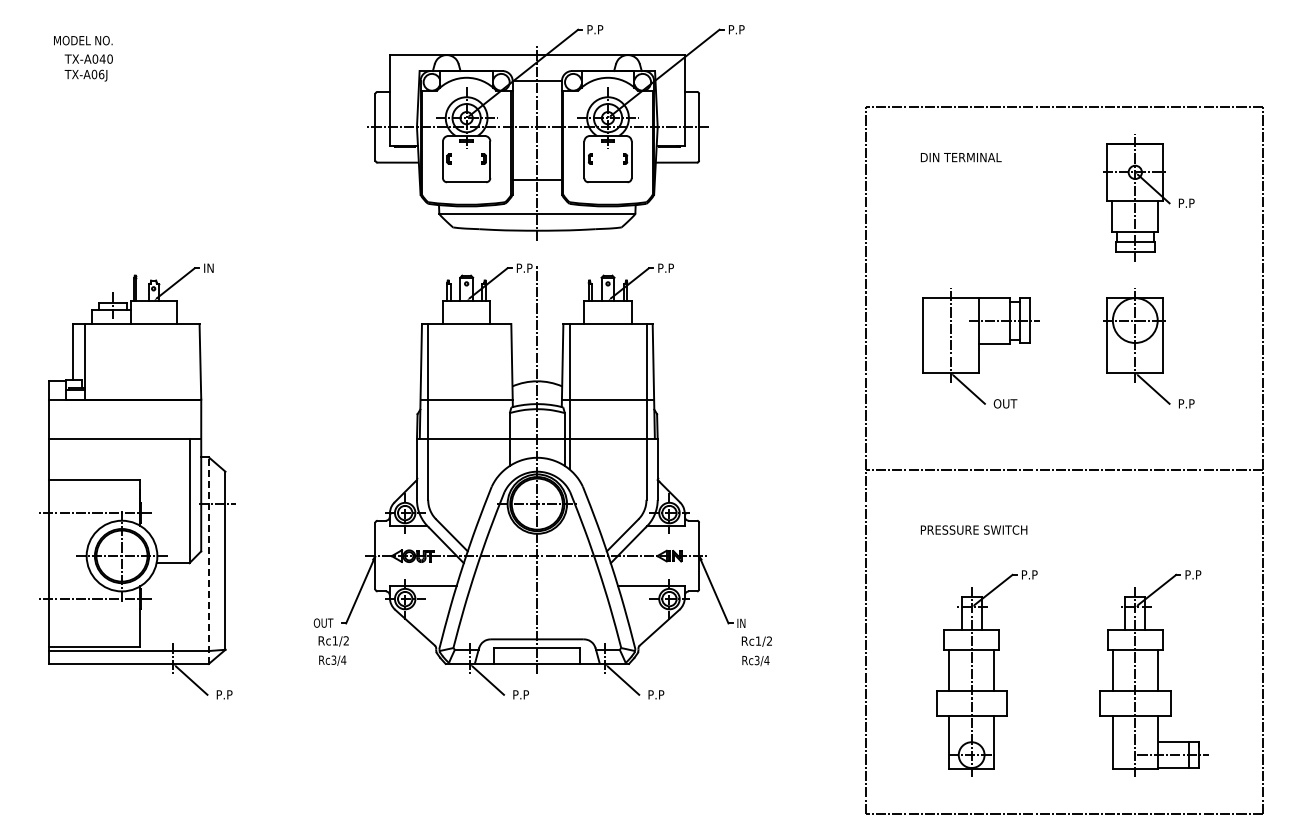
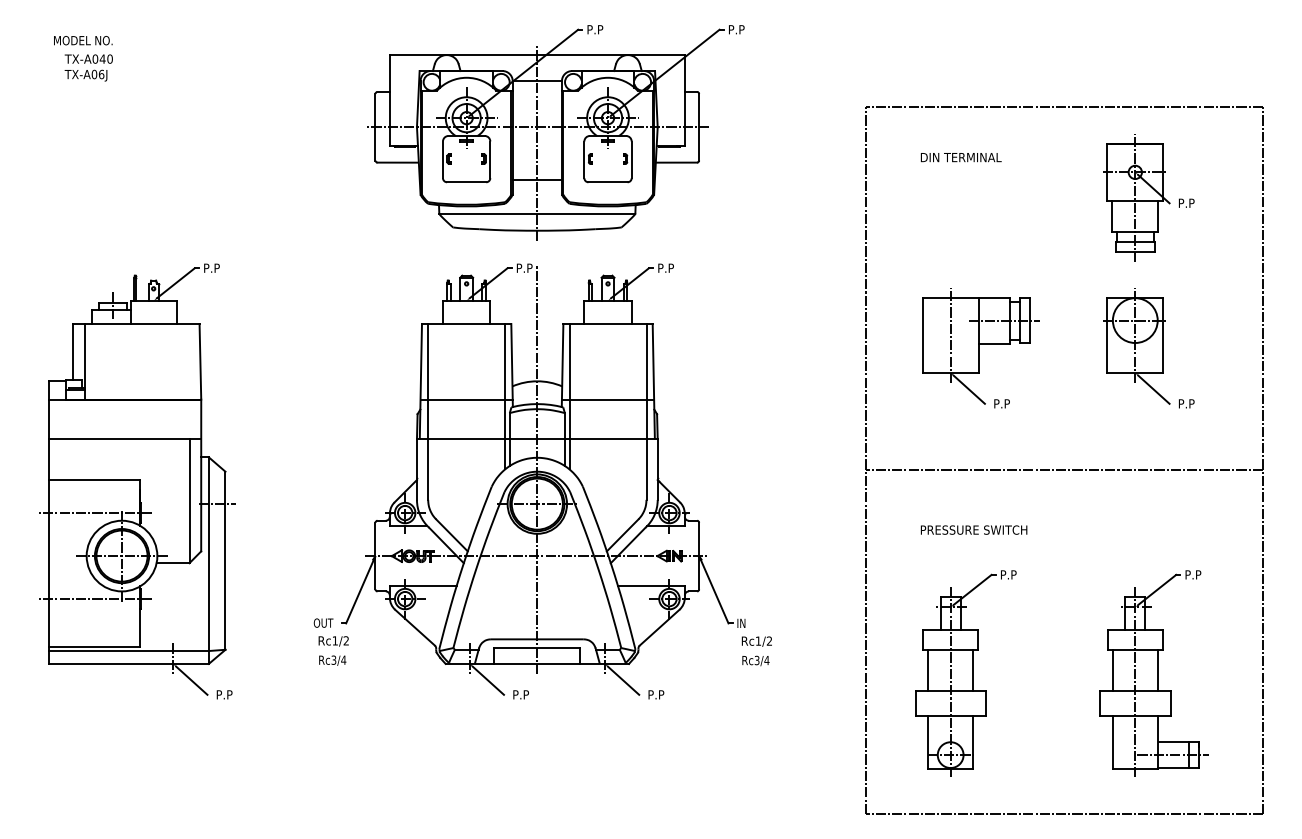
text at (212, 267): IN -> P.P
line at (505, 396): none -> present
text at (1005, 403): OUT -> P.P
line at (208, 560): dashed -> solid
part at (986, 673) position: (986, 673) -> (965, 673)
